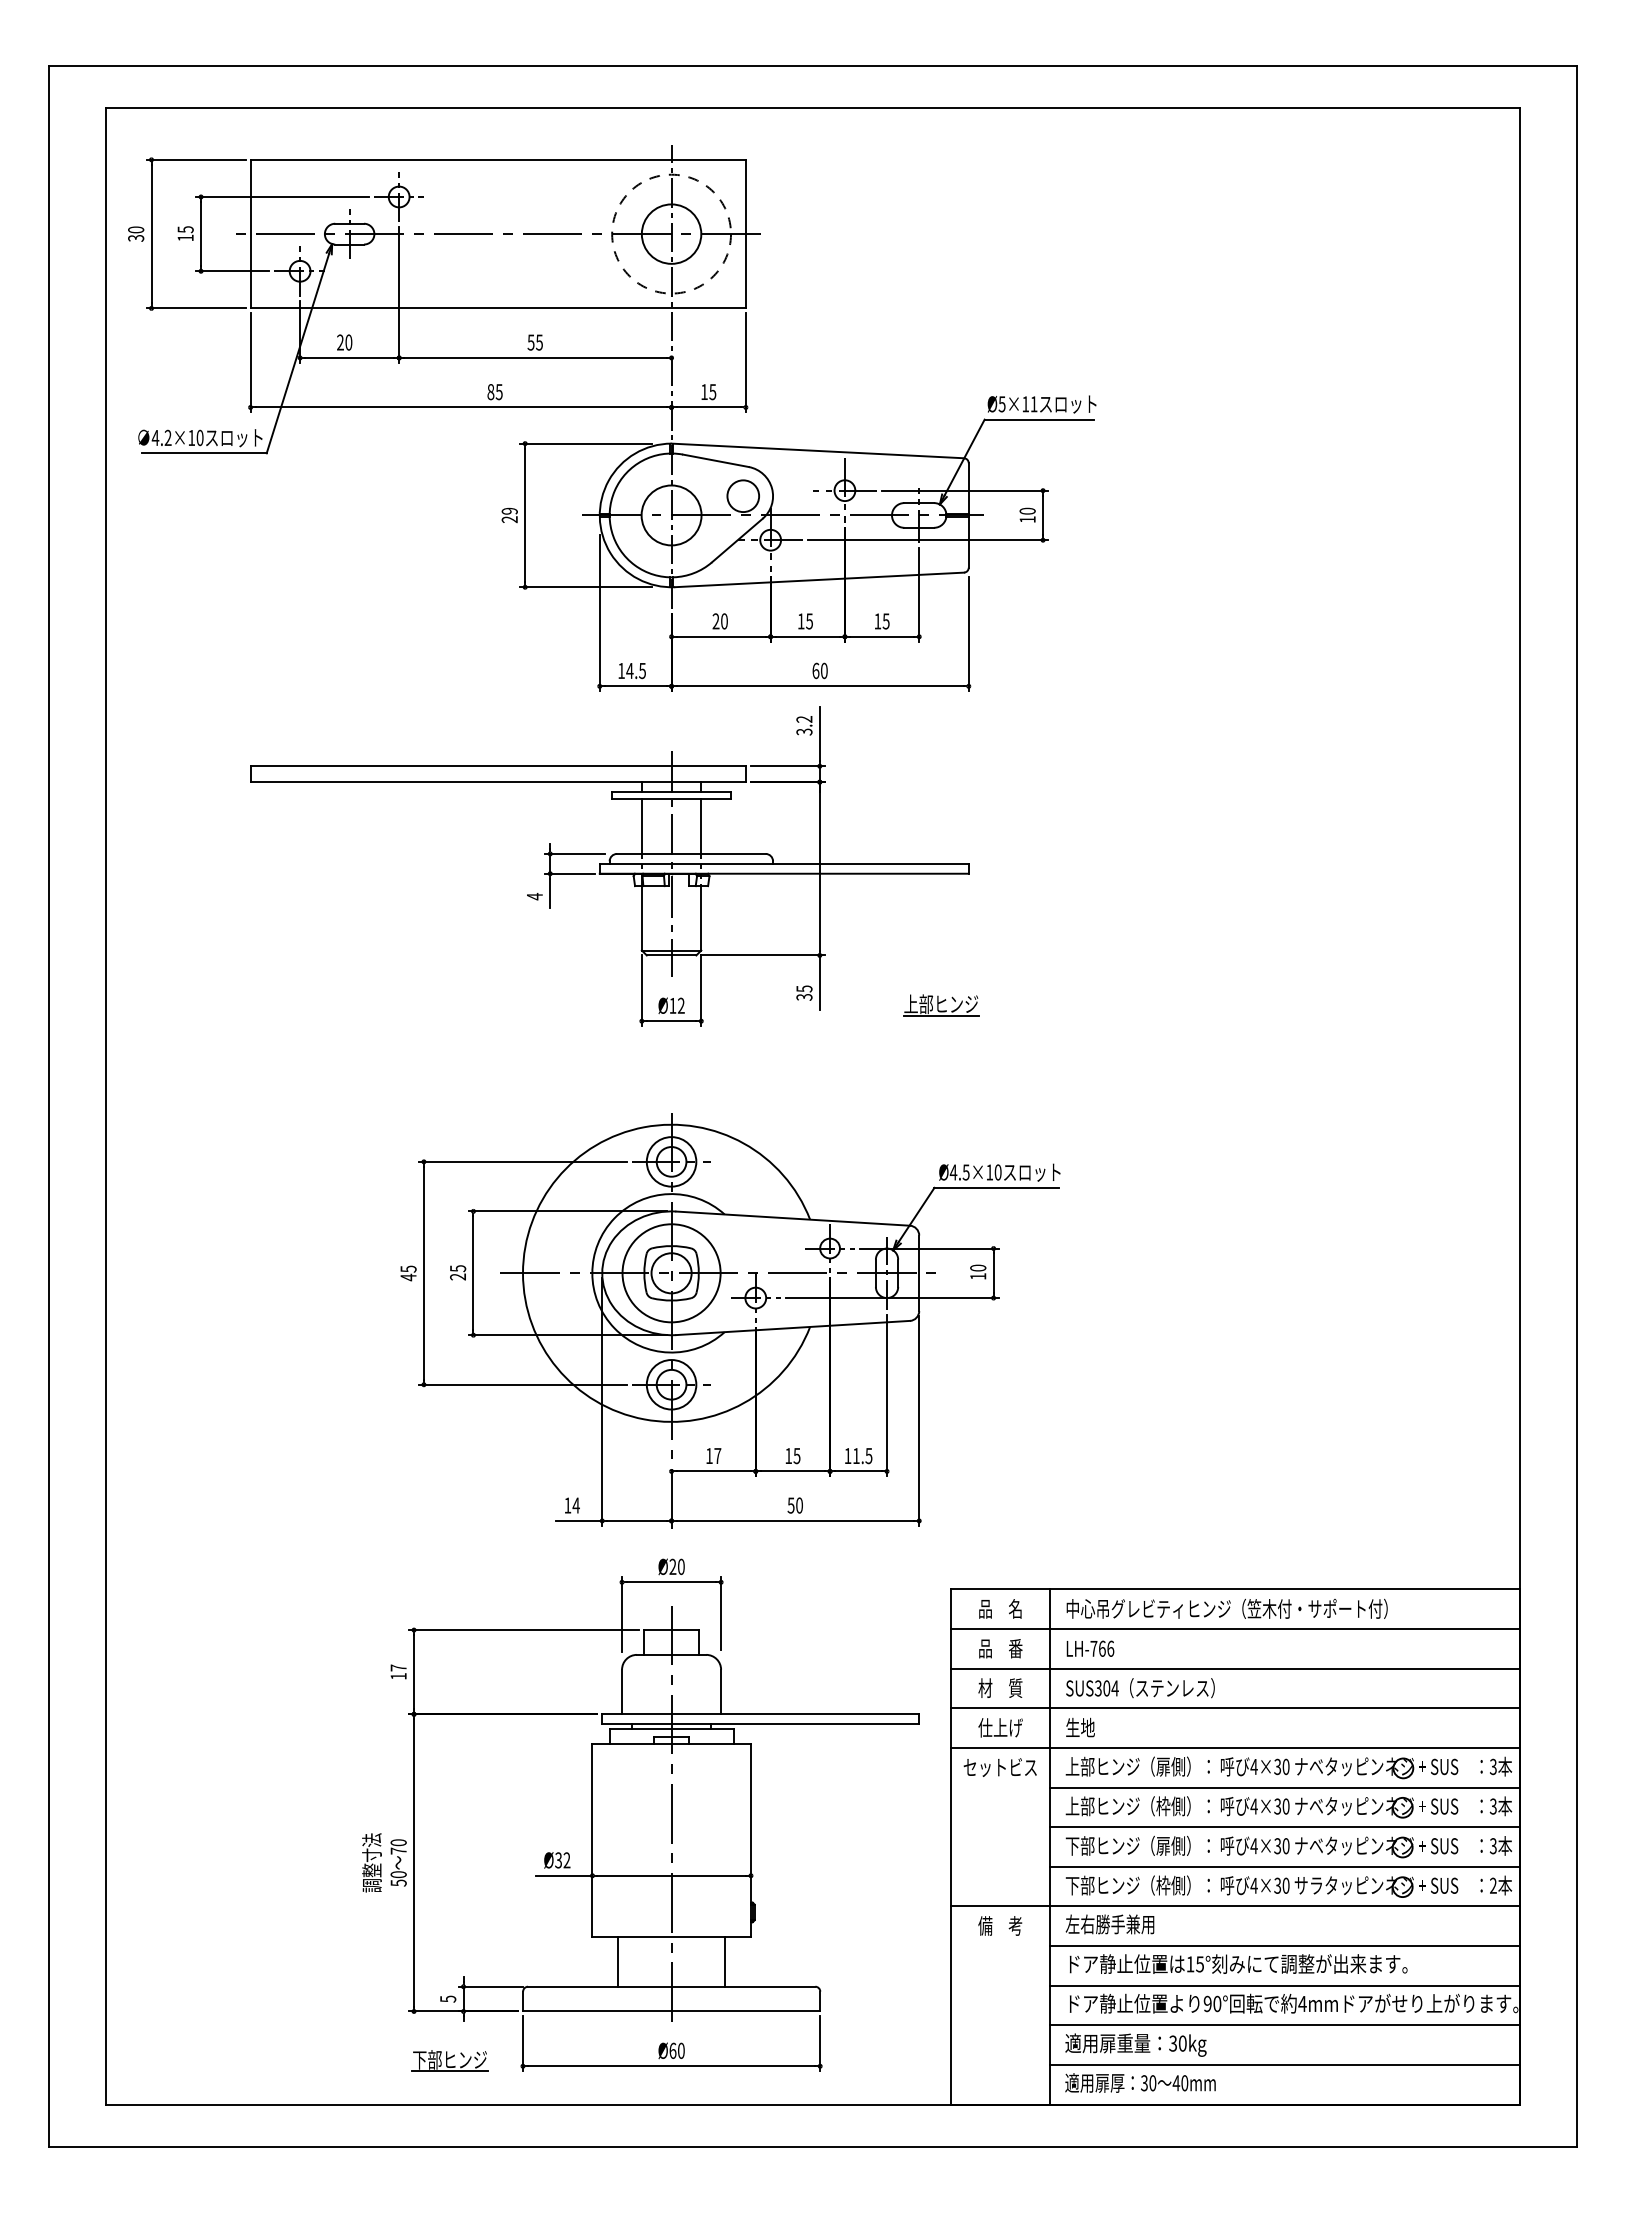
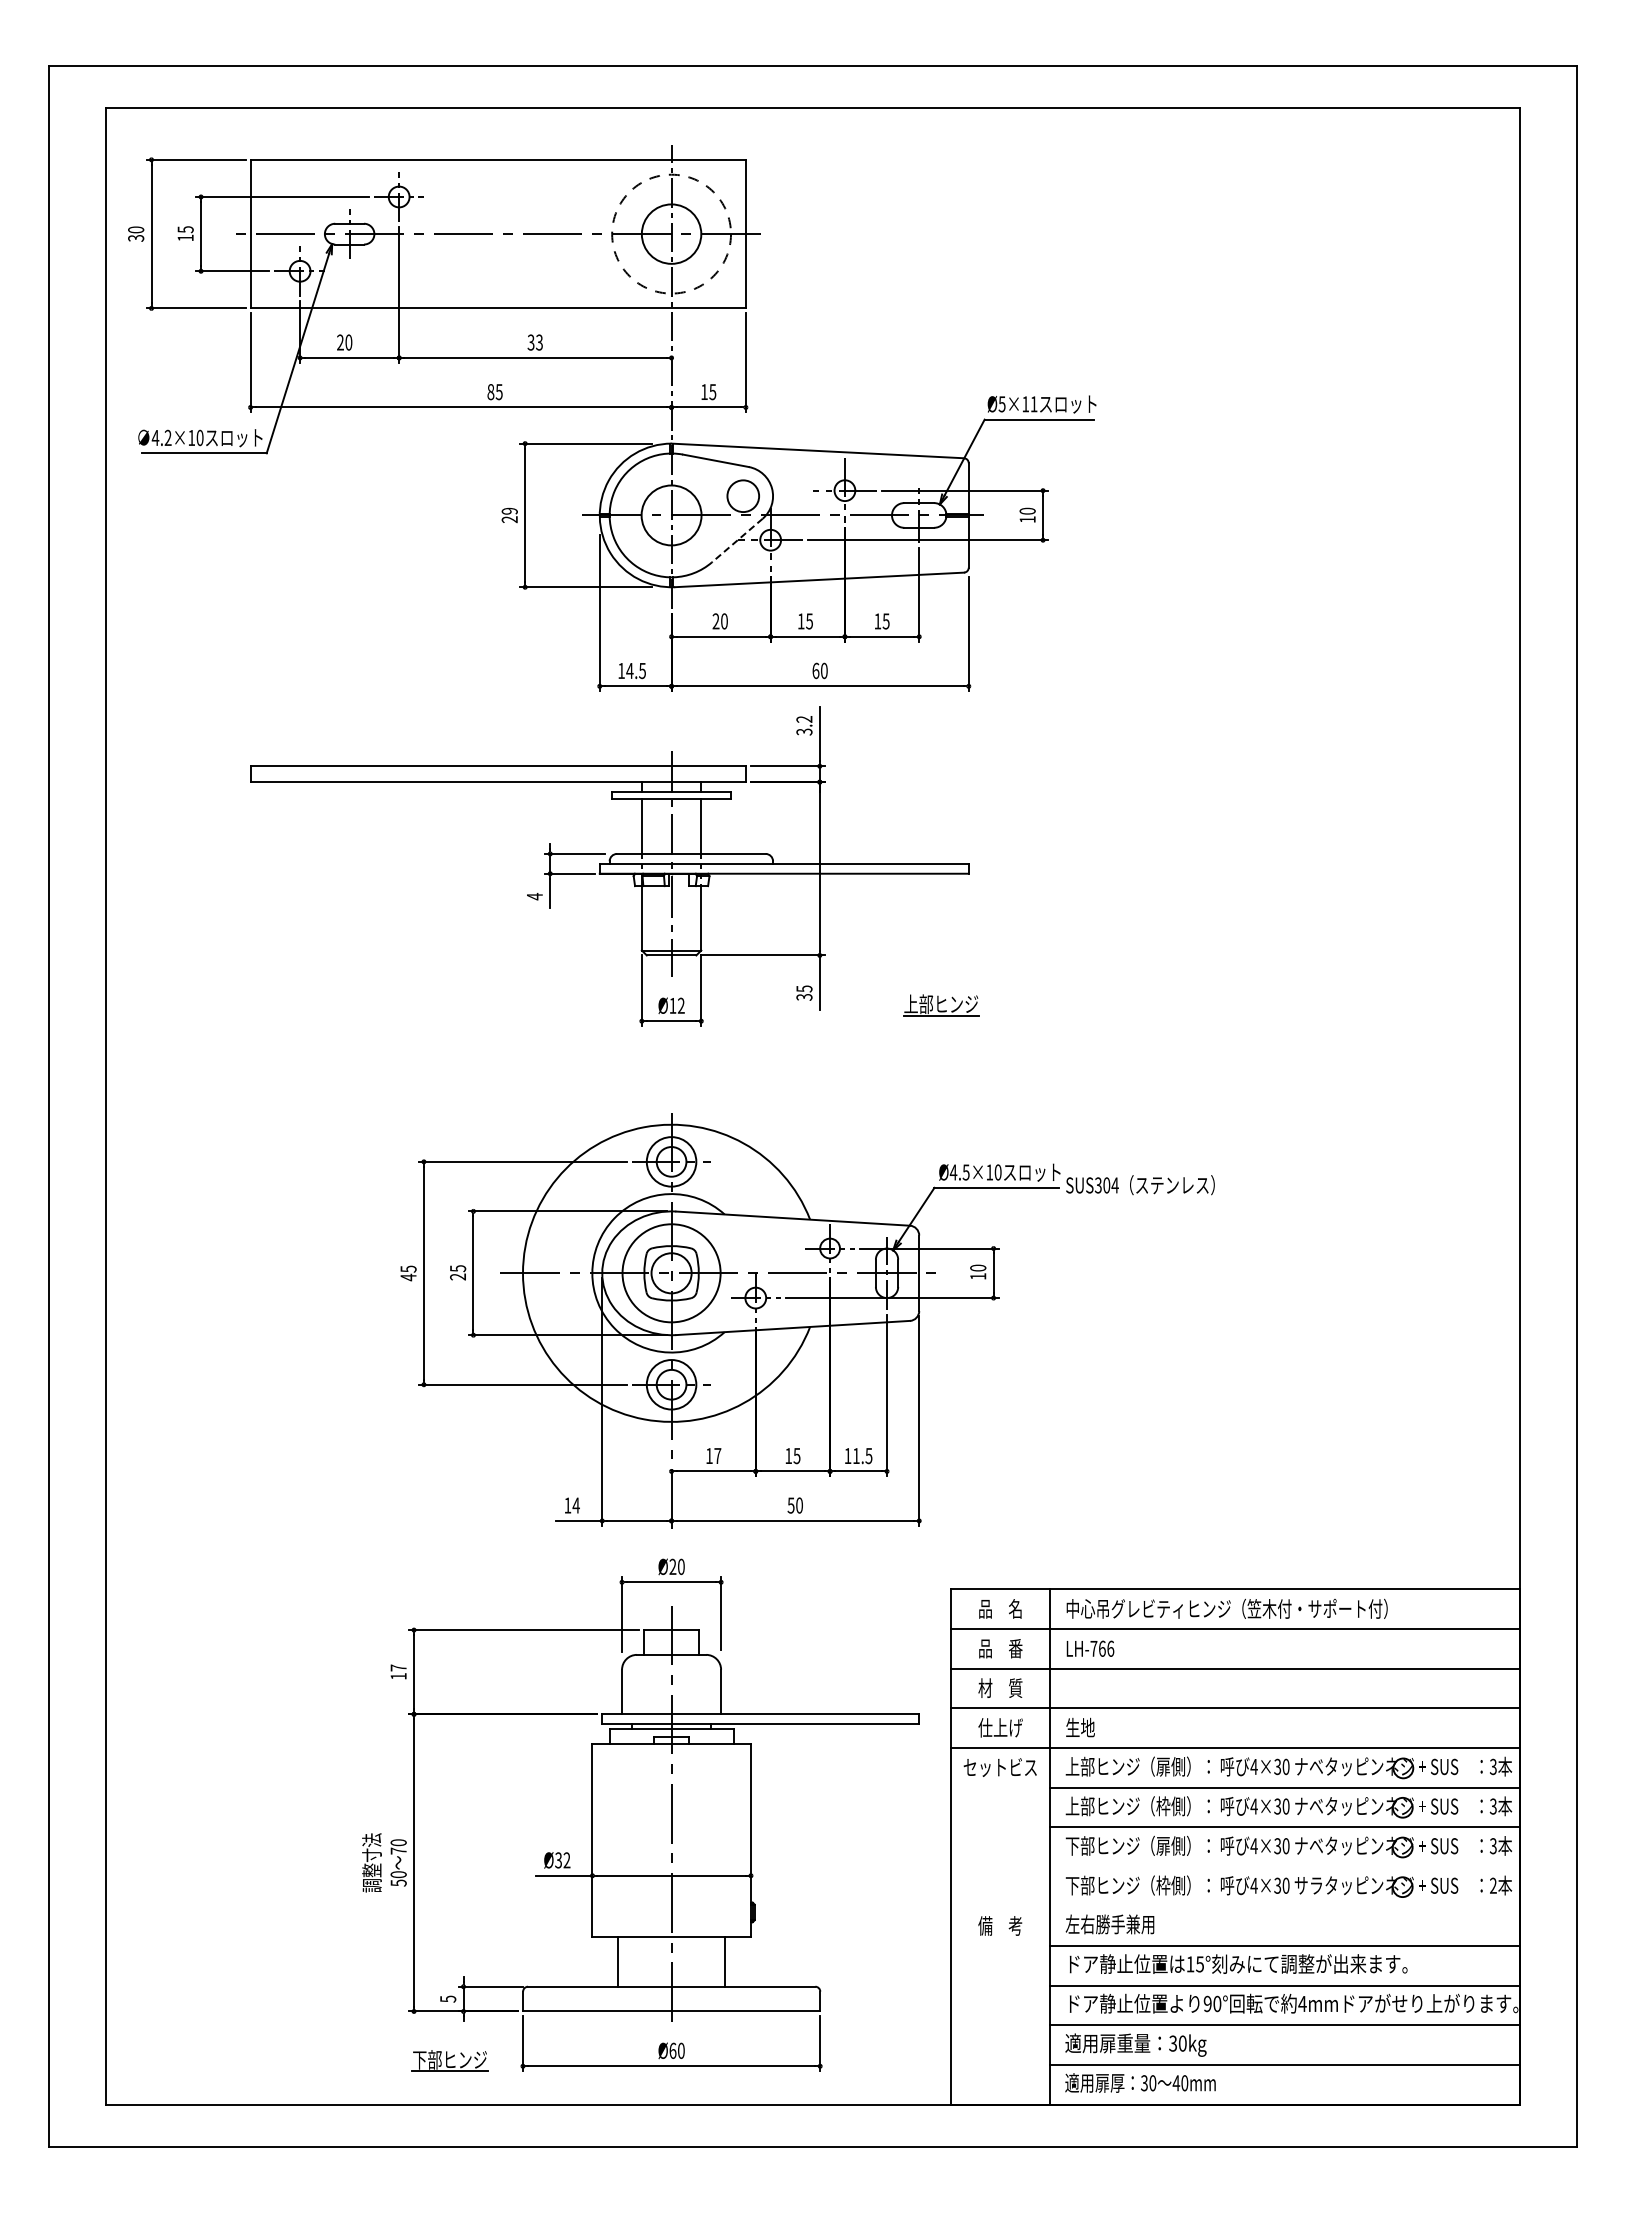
text at (535, 342): 55 -> 33
line at (736, 540): solid -> dashed
text at (1140, 1688) position: (1140, 1688) -> (1140, 1185)
line at (1285, 1866): present -> none
line at (1235, 1906): present -> none
